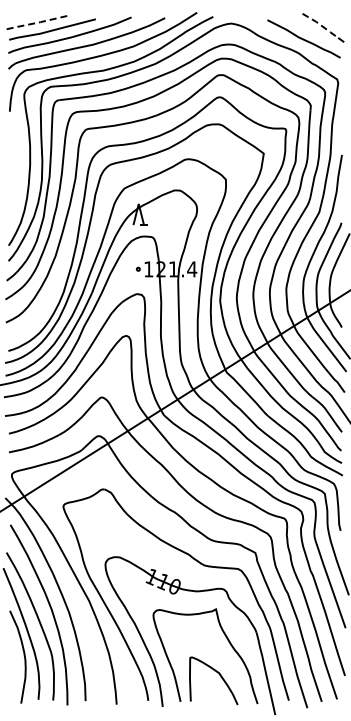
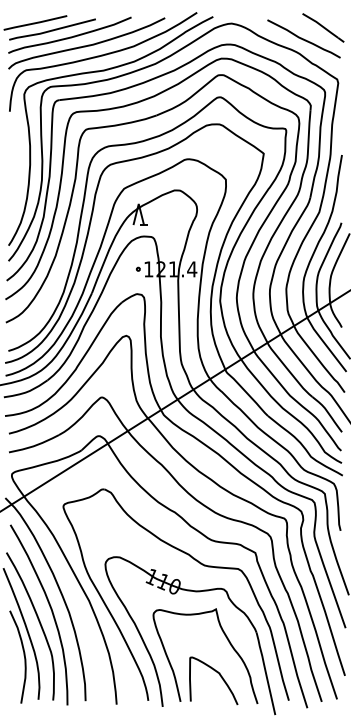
line at (34, 23): dashed -> solid
line at (321, 25): dashed -> solid
